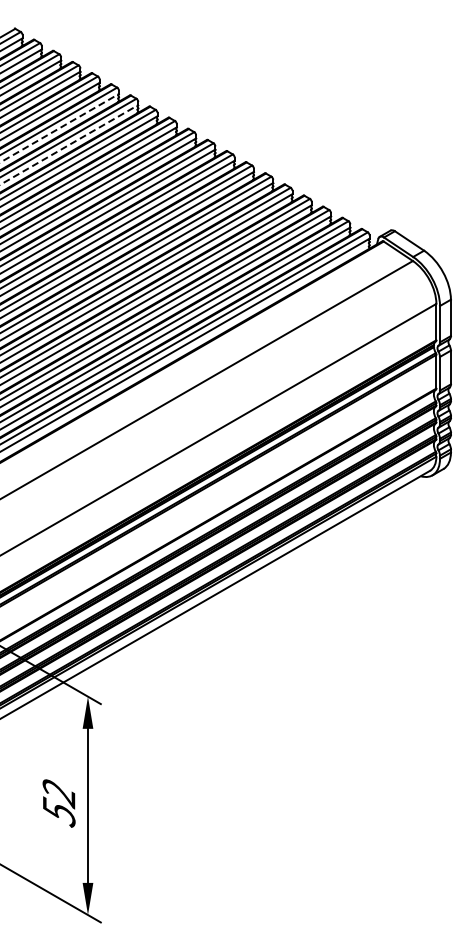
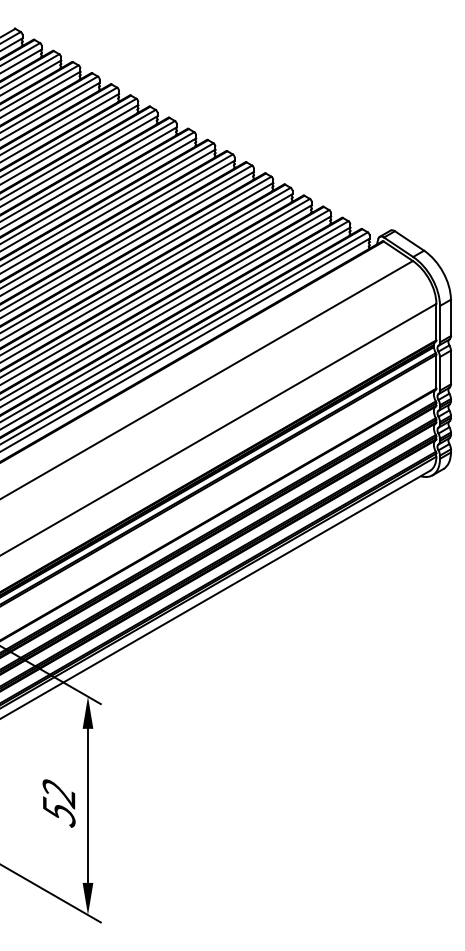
line at (60, 127): dashed -> solid
line at (69, 144): dashed -> solid
